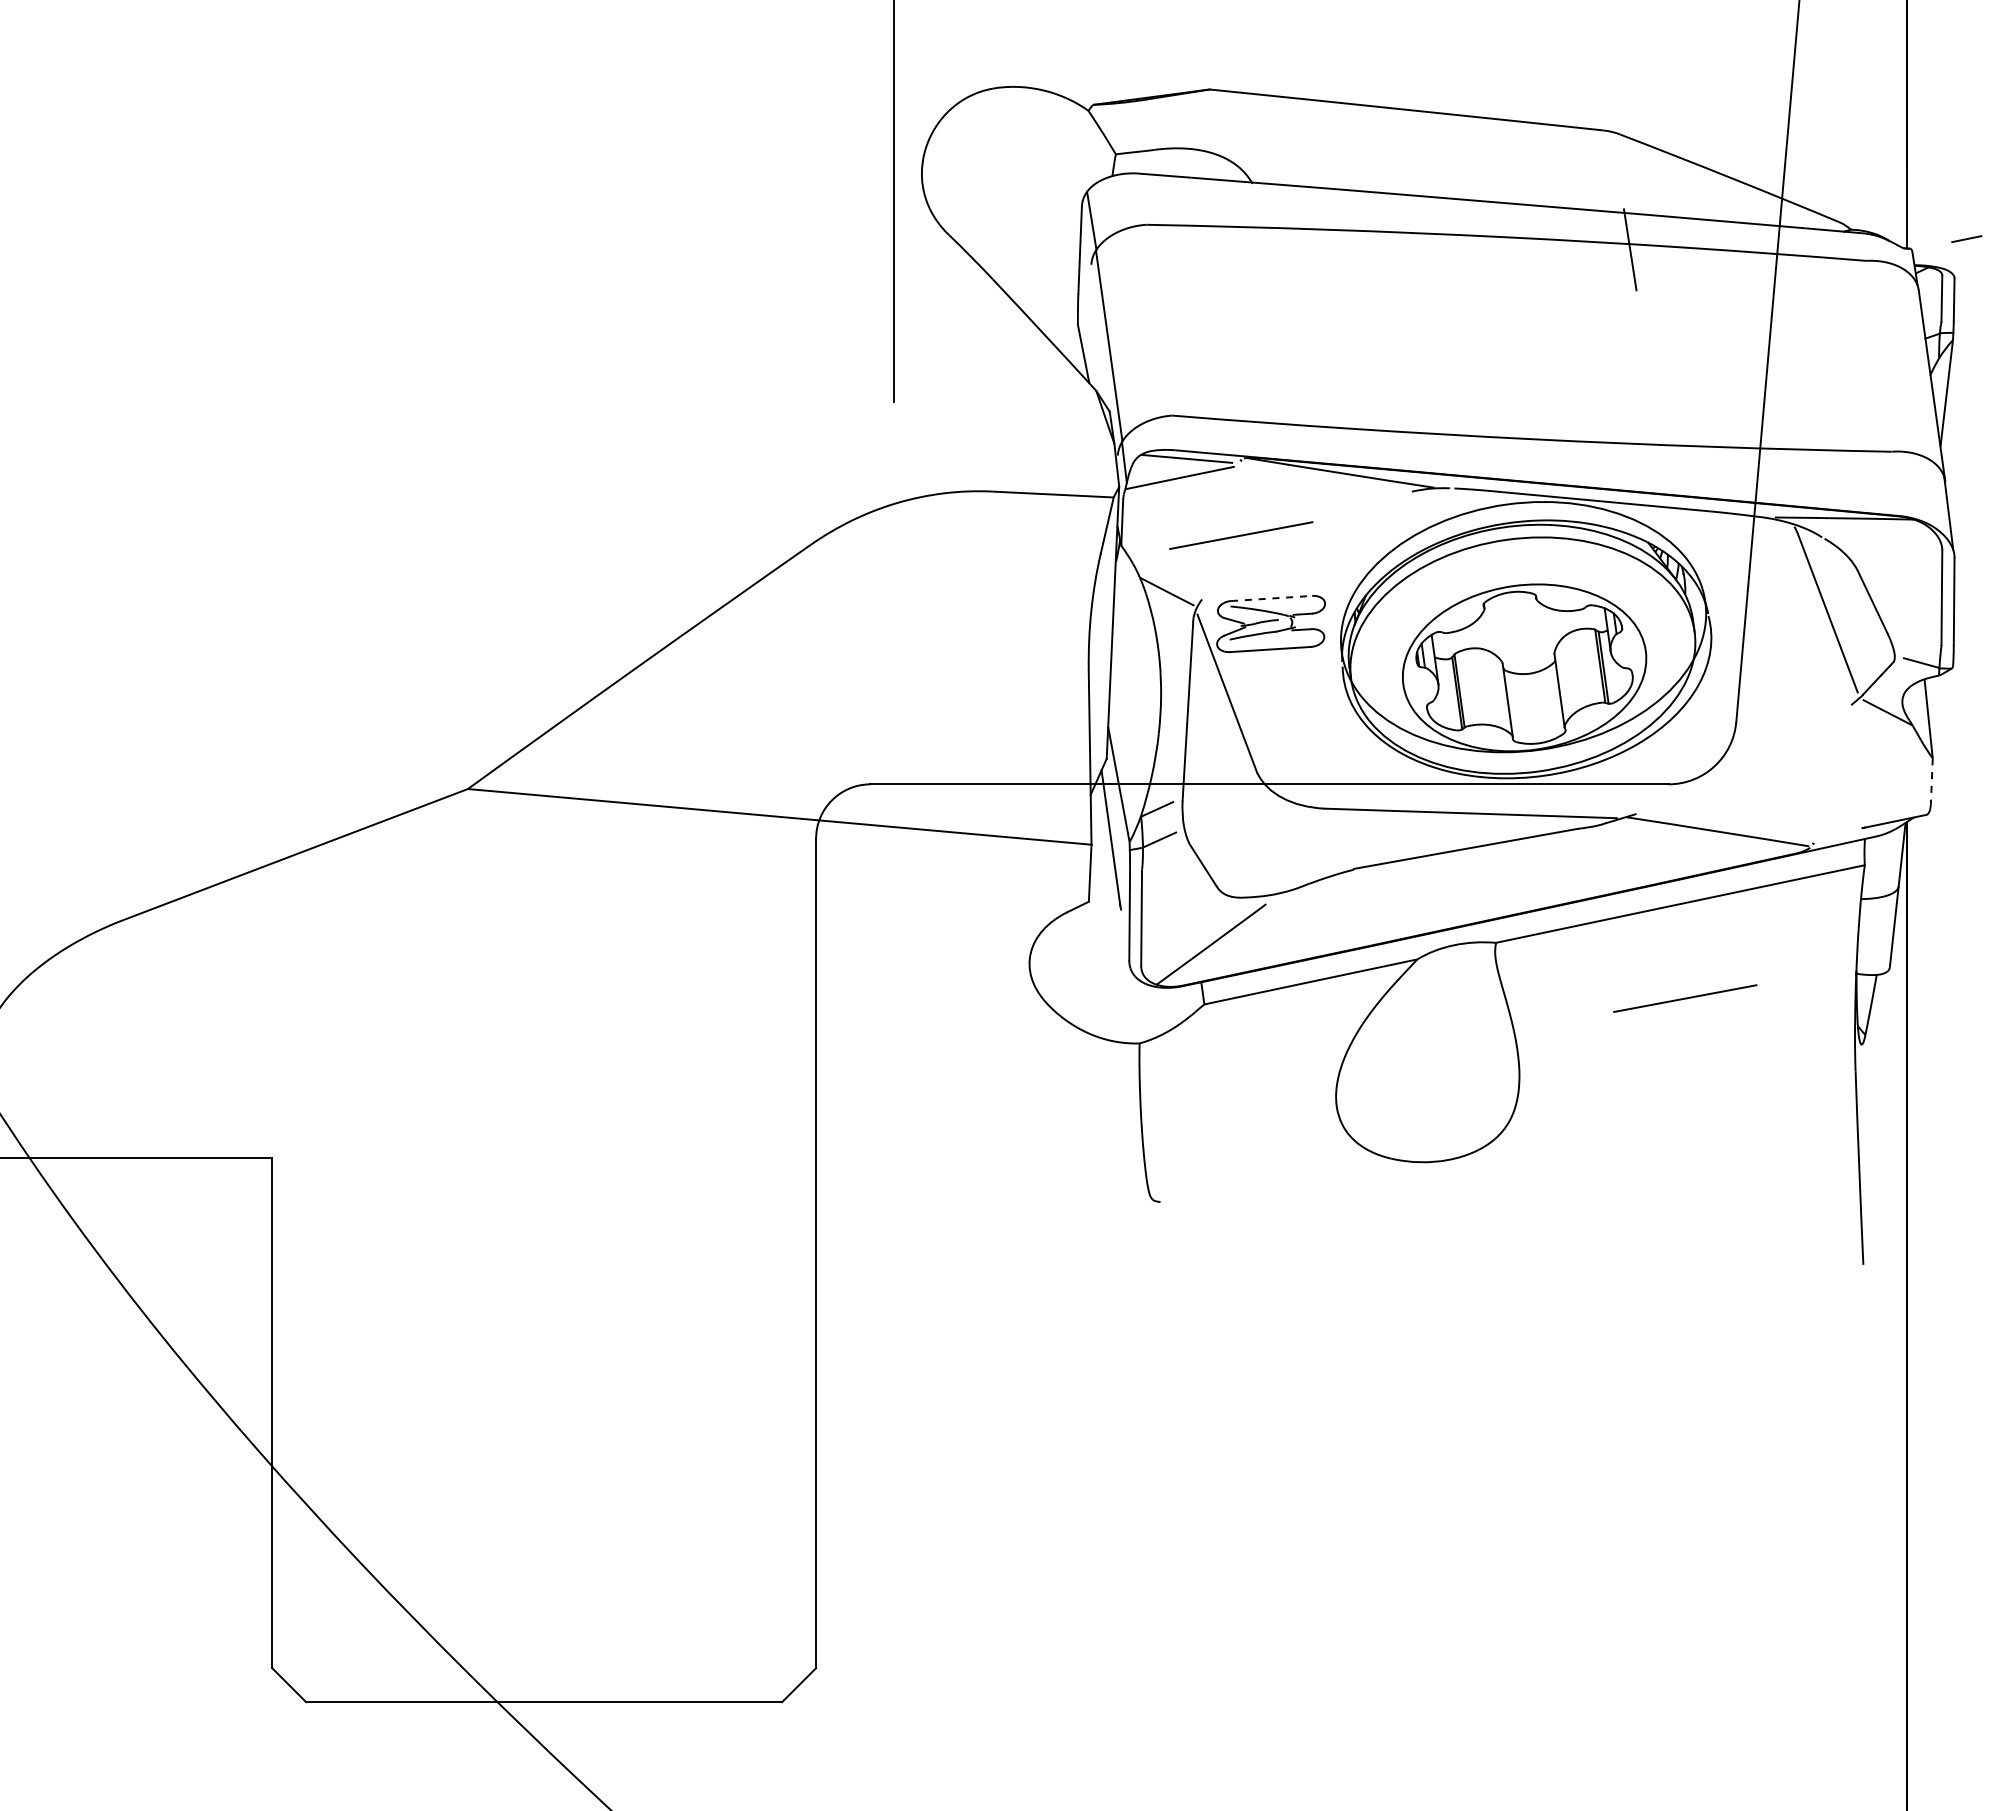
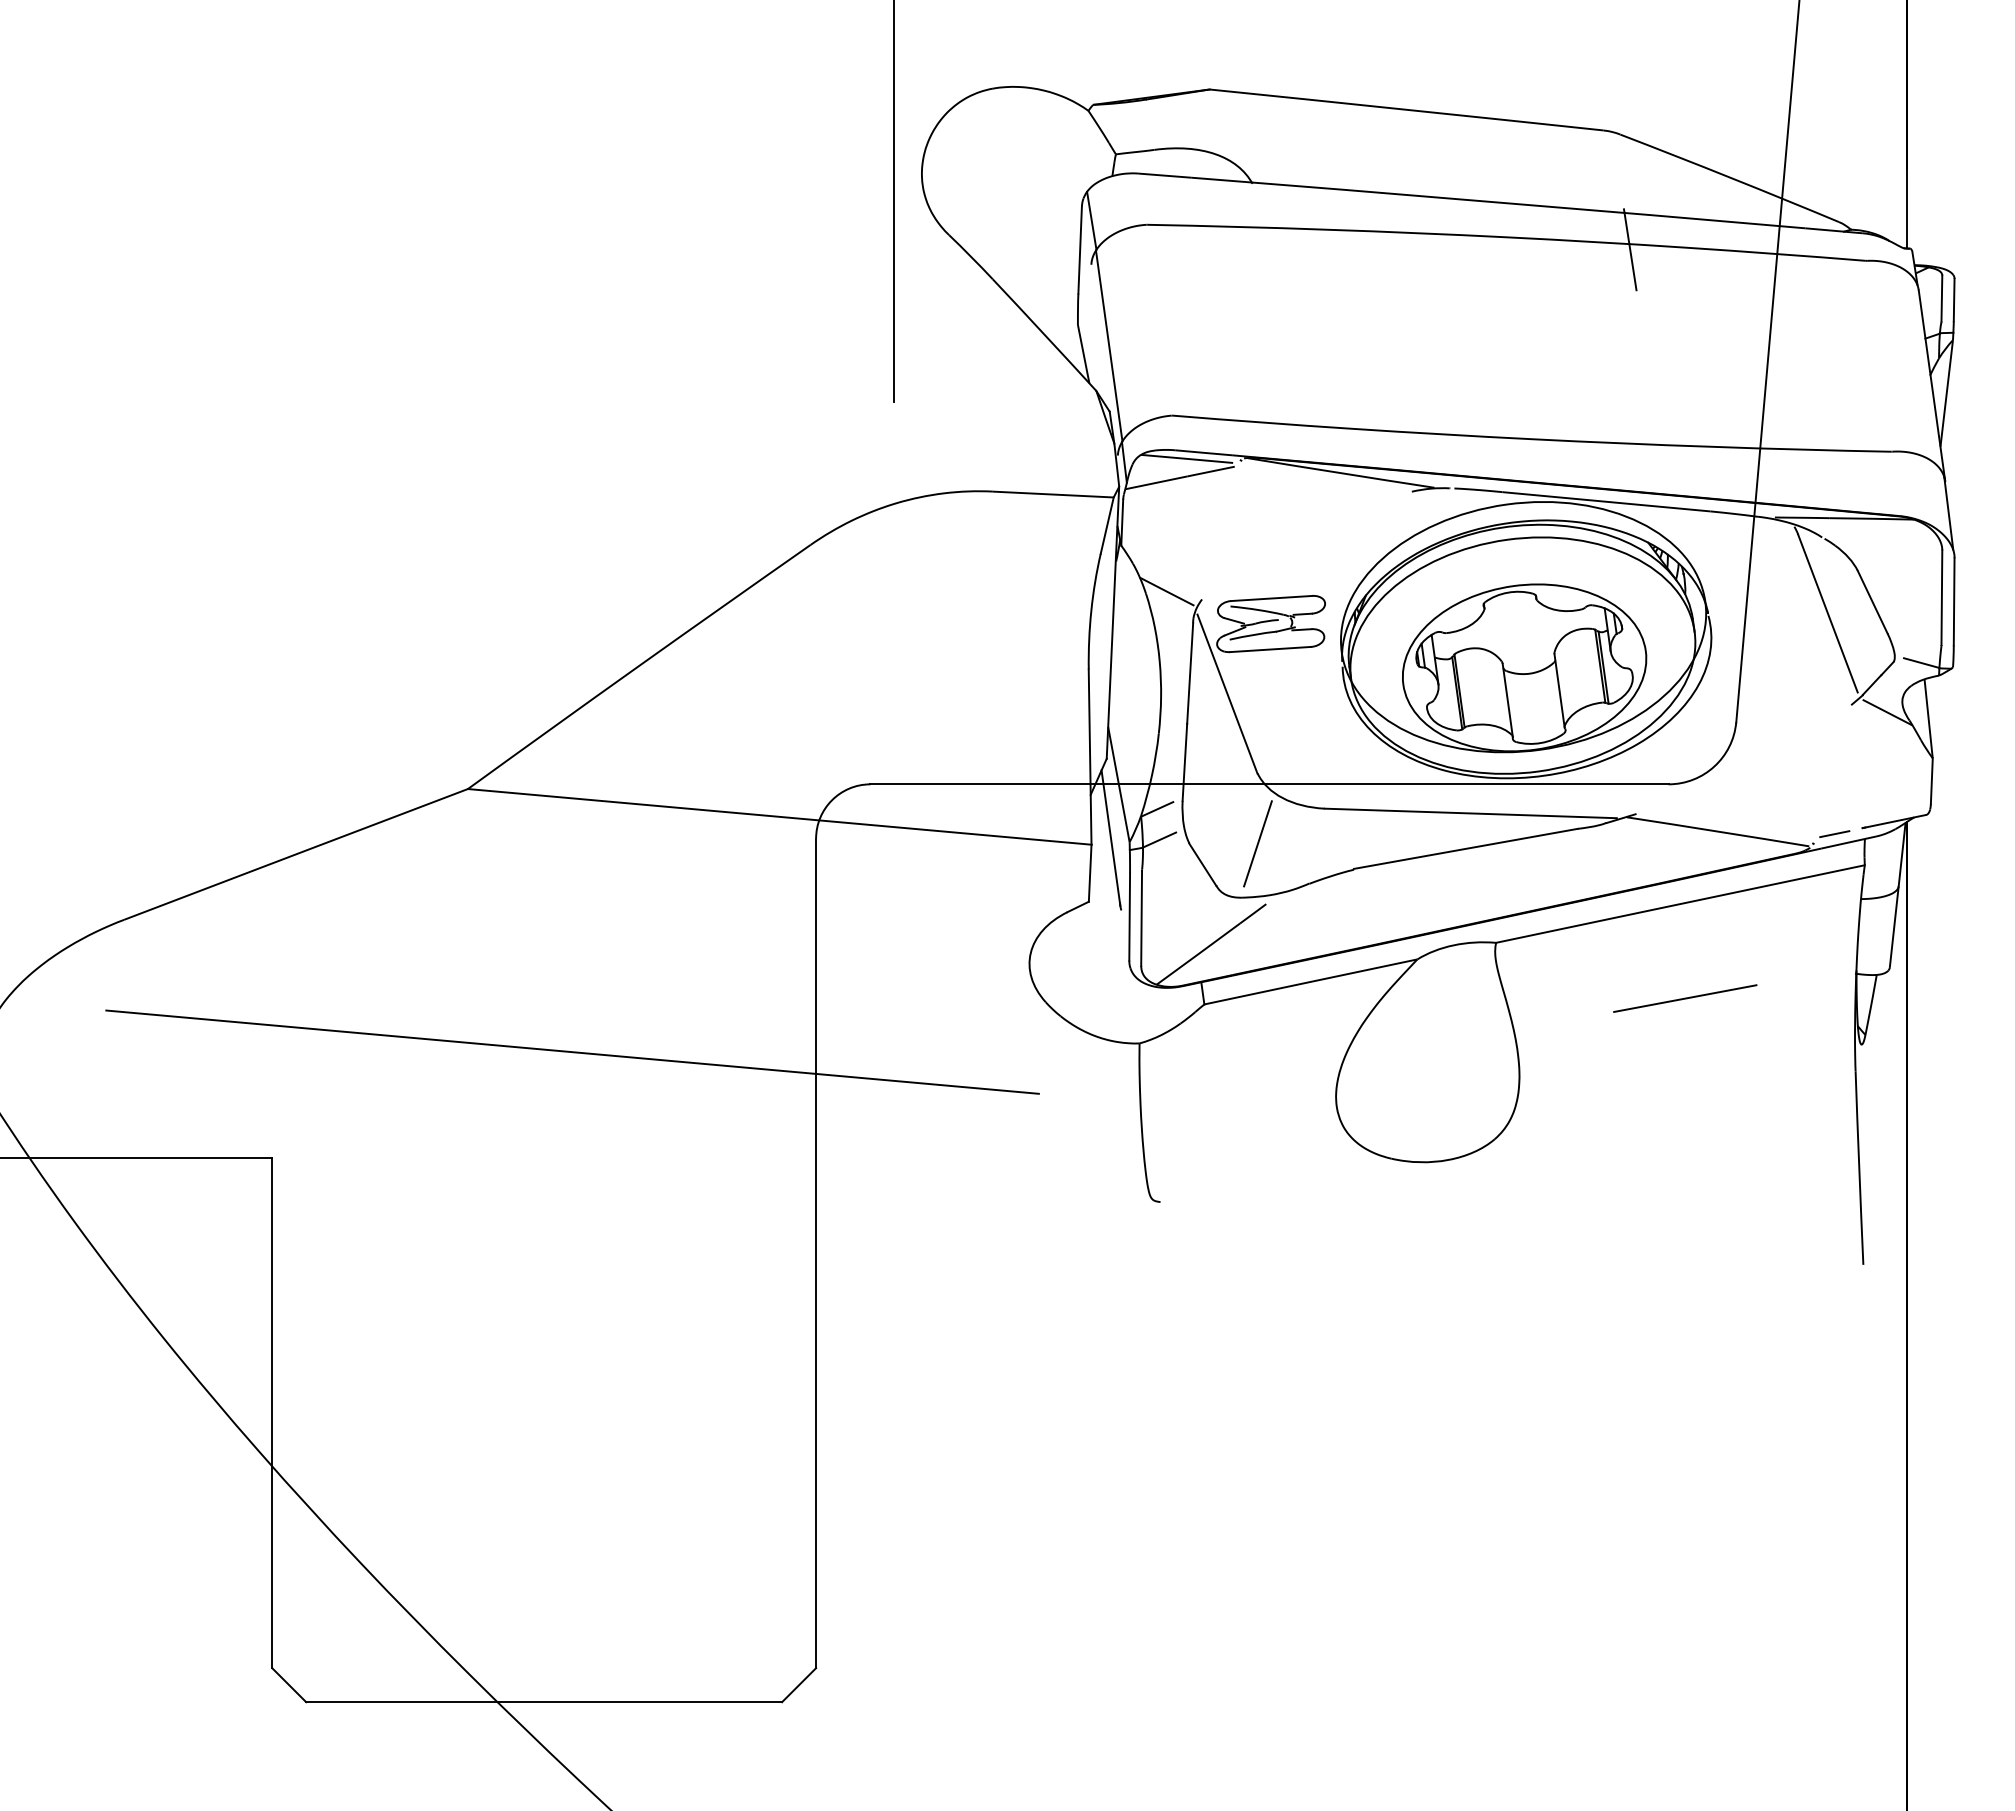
line at (1966, 238) position: (1966, 238) -> (1834, 833)
line at (1241, 535): present -> none
line at (1271, 598): dashed -> solid
line at (1931, 781): dashed -> solid
line at (1257, 843): none -> present
line at (572, 1051): none -> present
